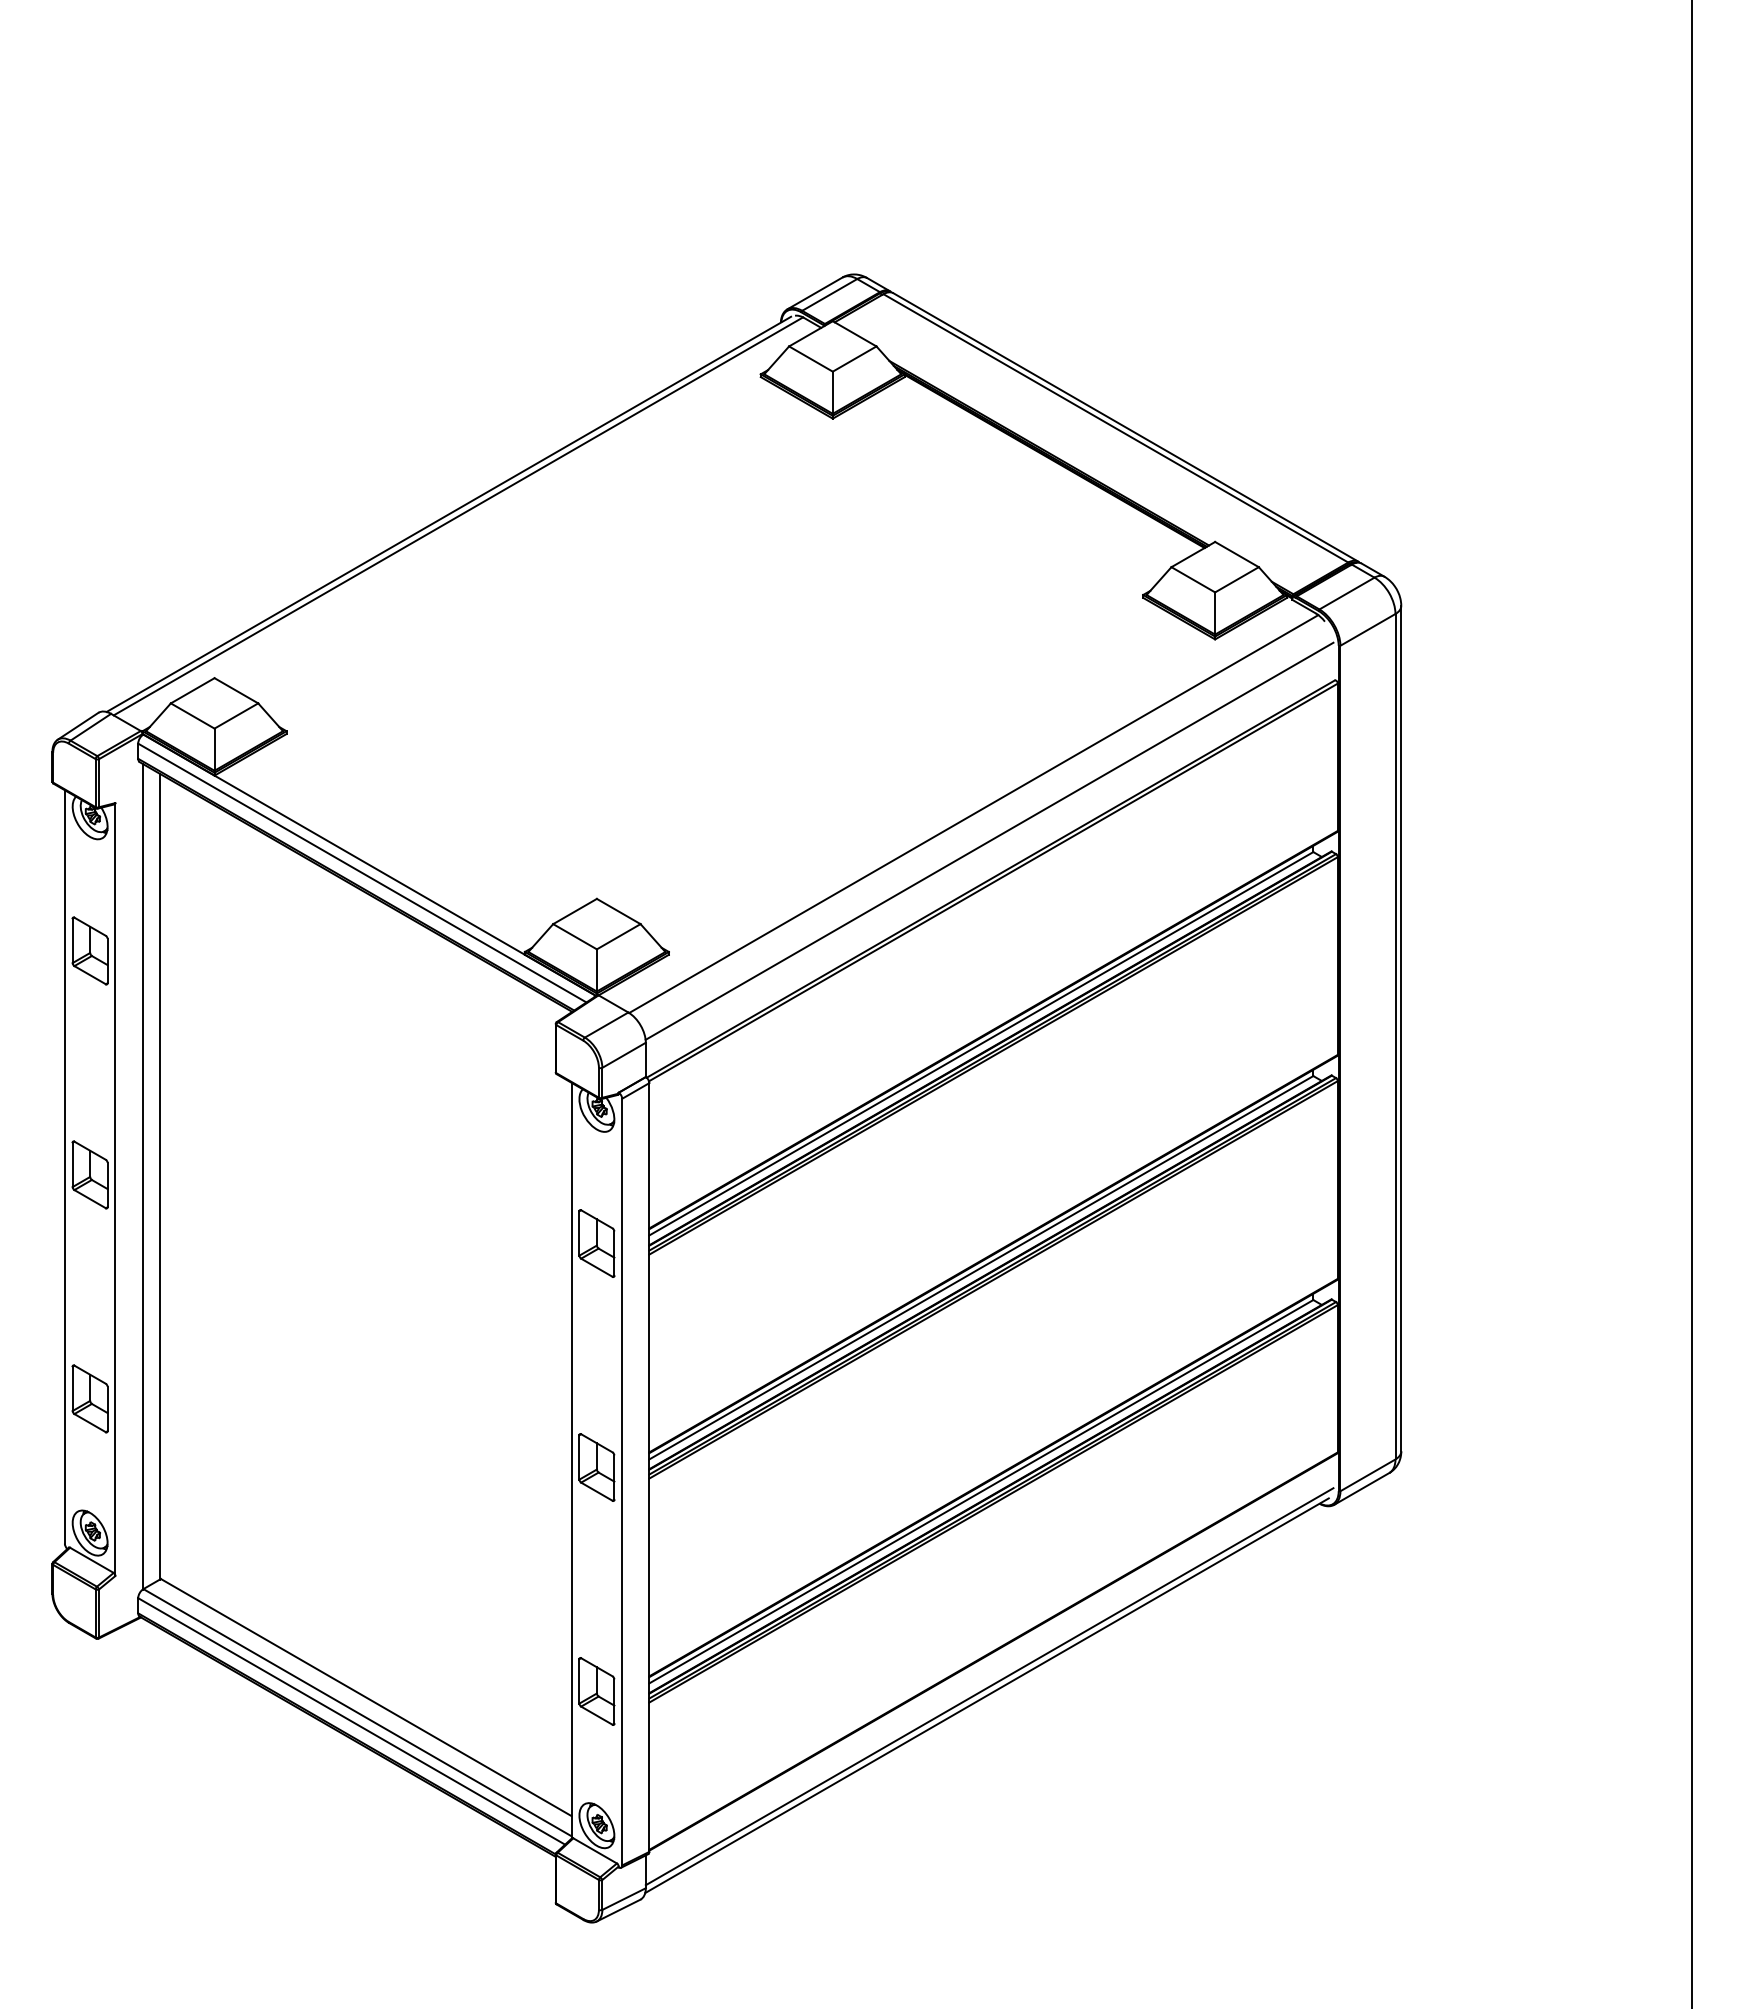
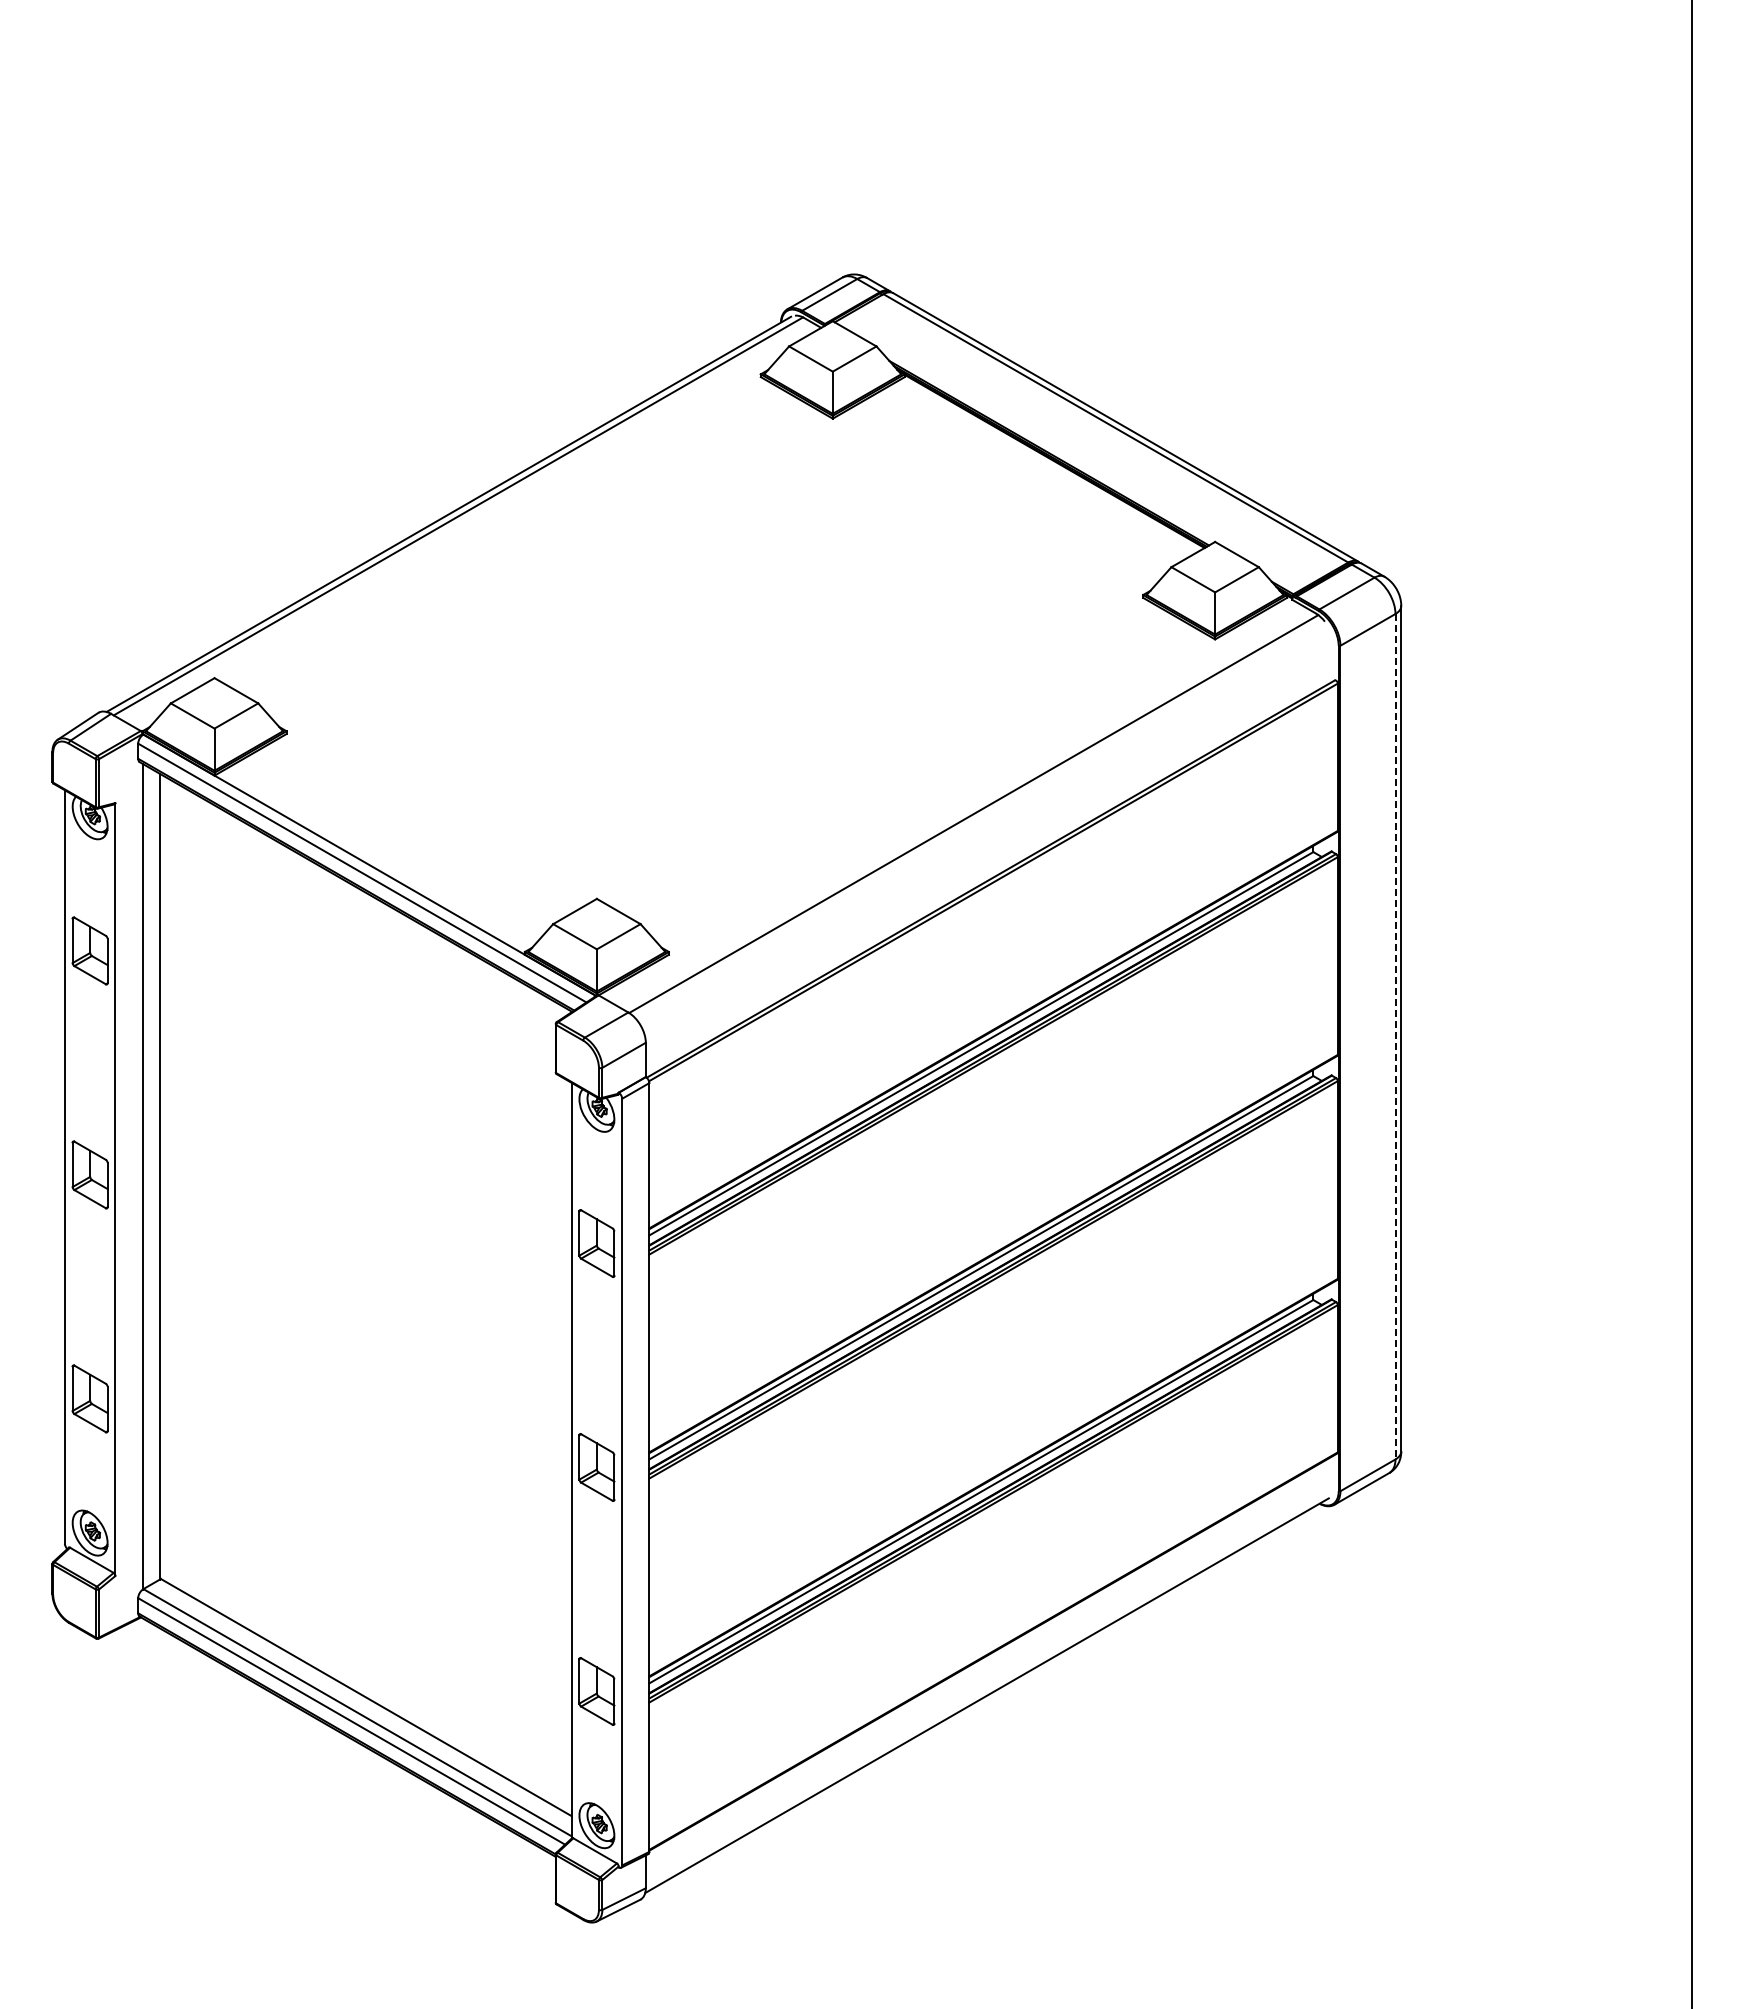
line at (989, 840): present -> none
line at (1395, 1036): solid -> dashed
line at (989, 1686): present -> none
